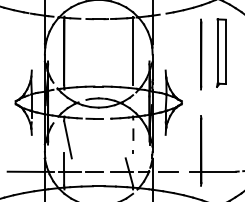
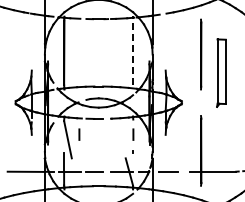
line at (133, 50): solid -> dashed
part at (221, 52) position: (221, 52) -> (221, 72)
line at (79, 134): none -> present
